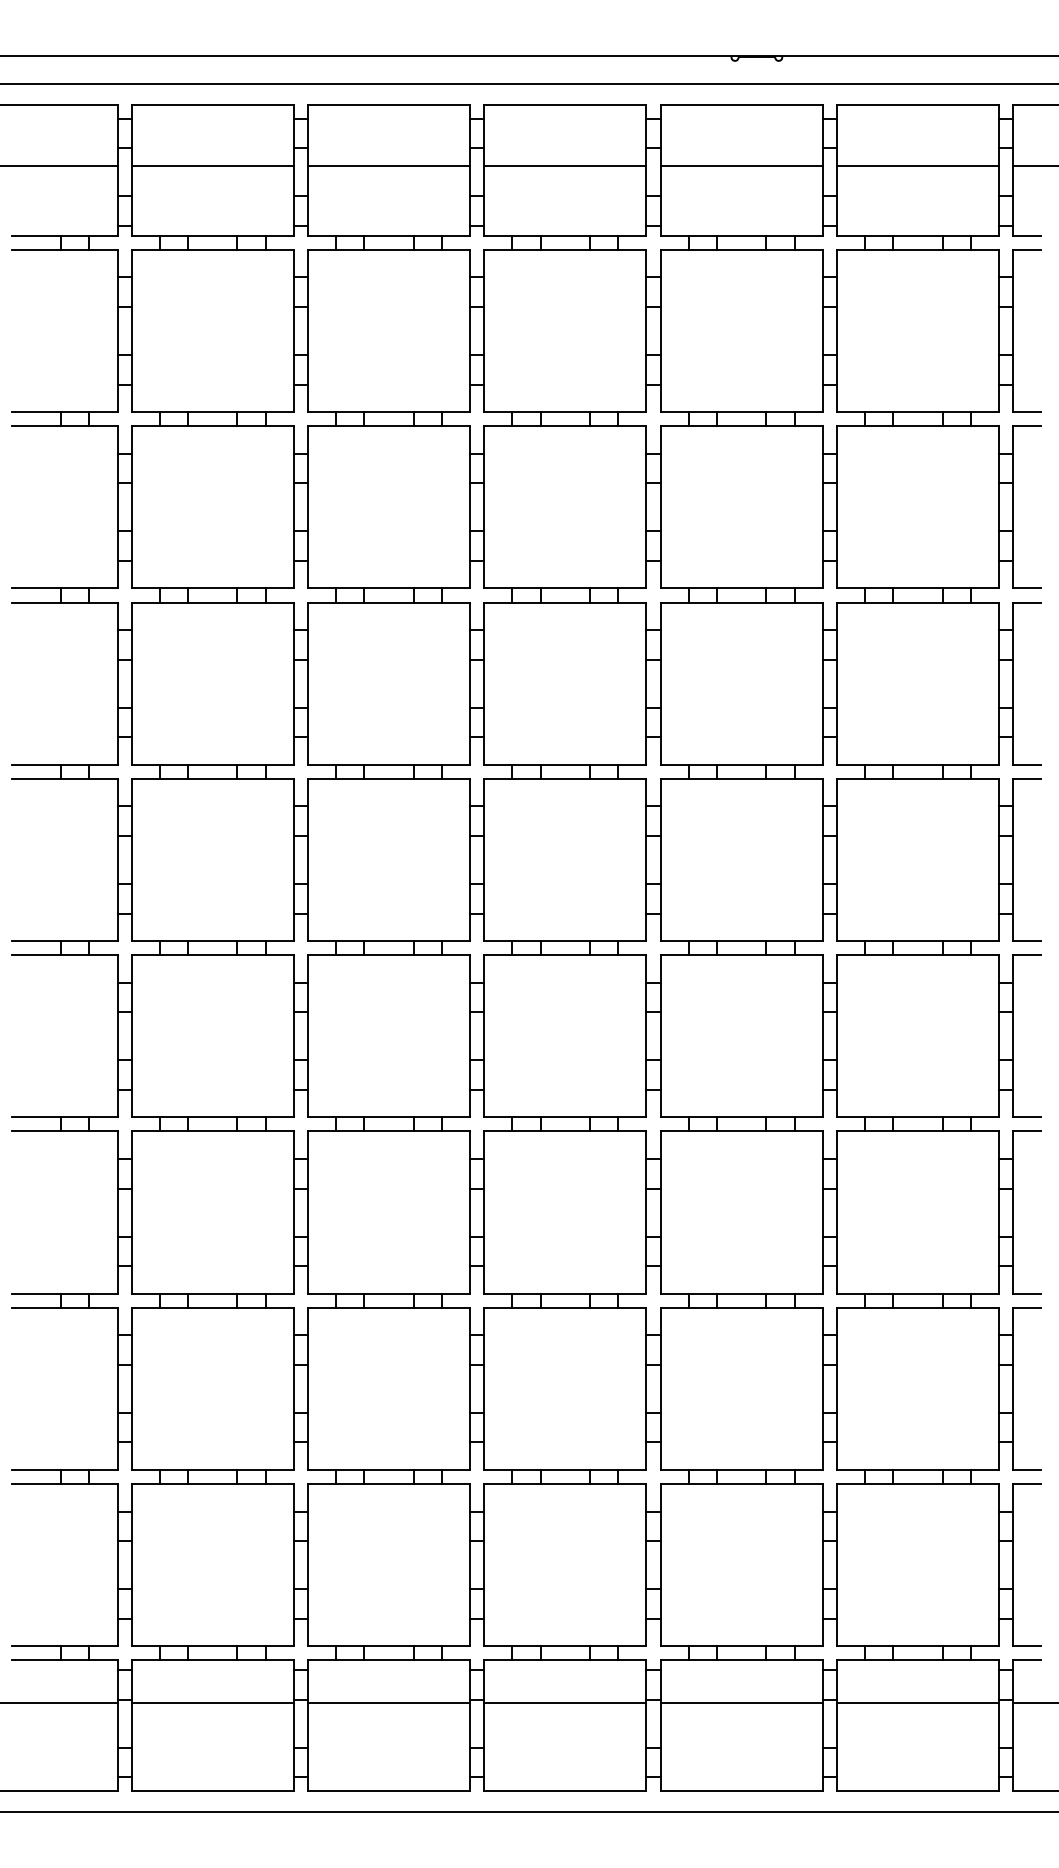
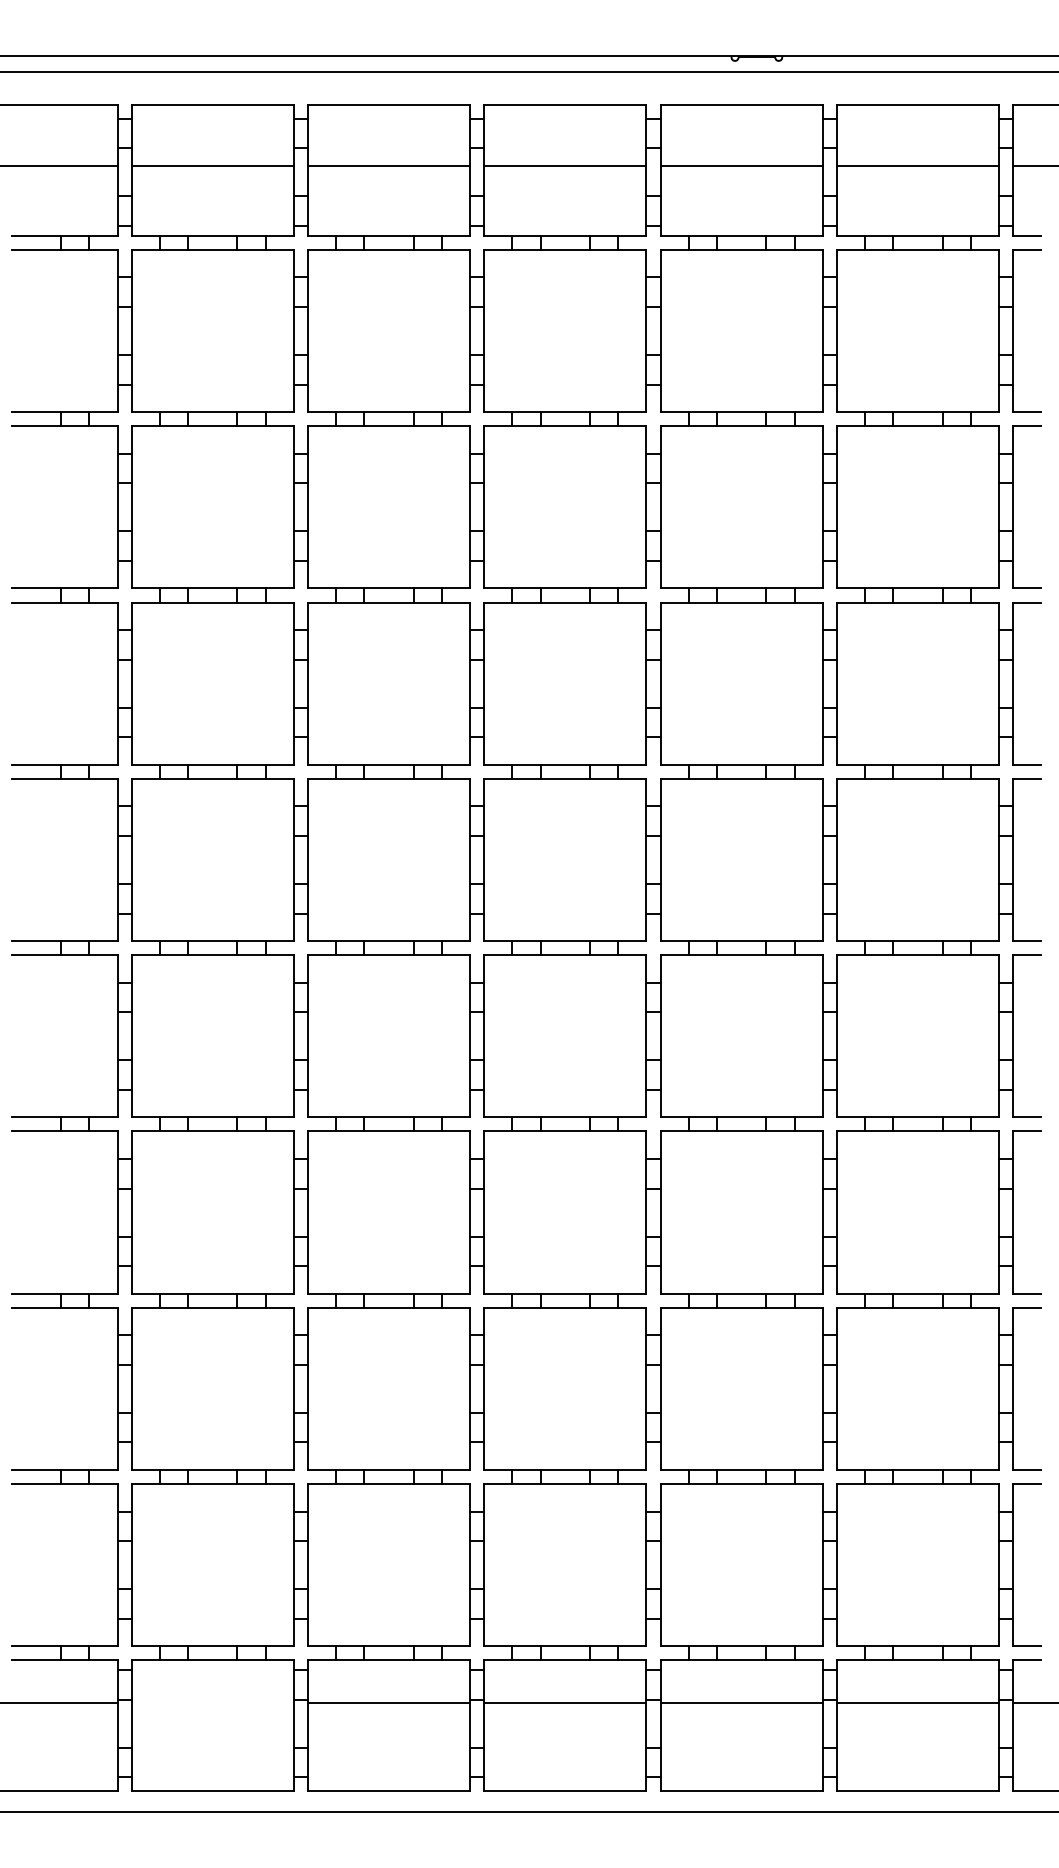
line at (528, 84) position: (528, 84) -> (528, 72)
line at (212, 1703): present -> none
